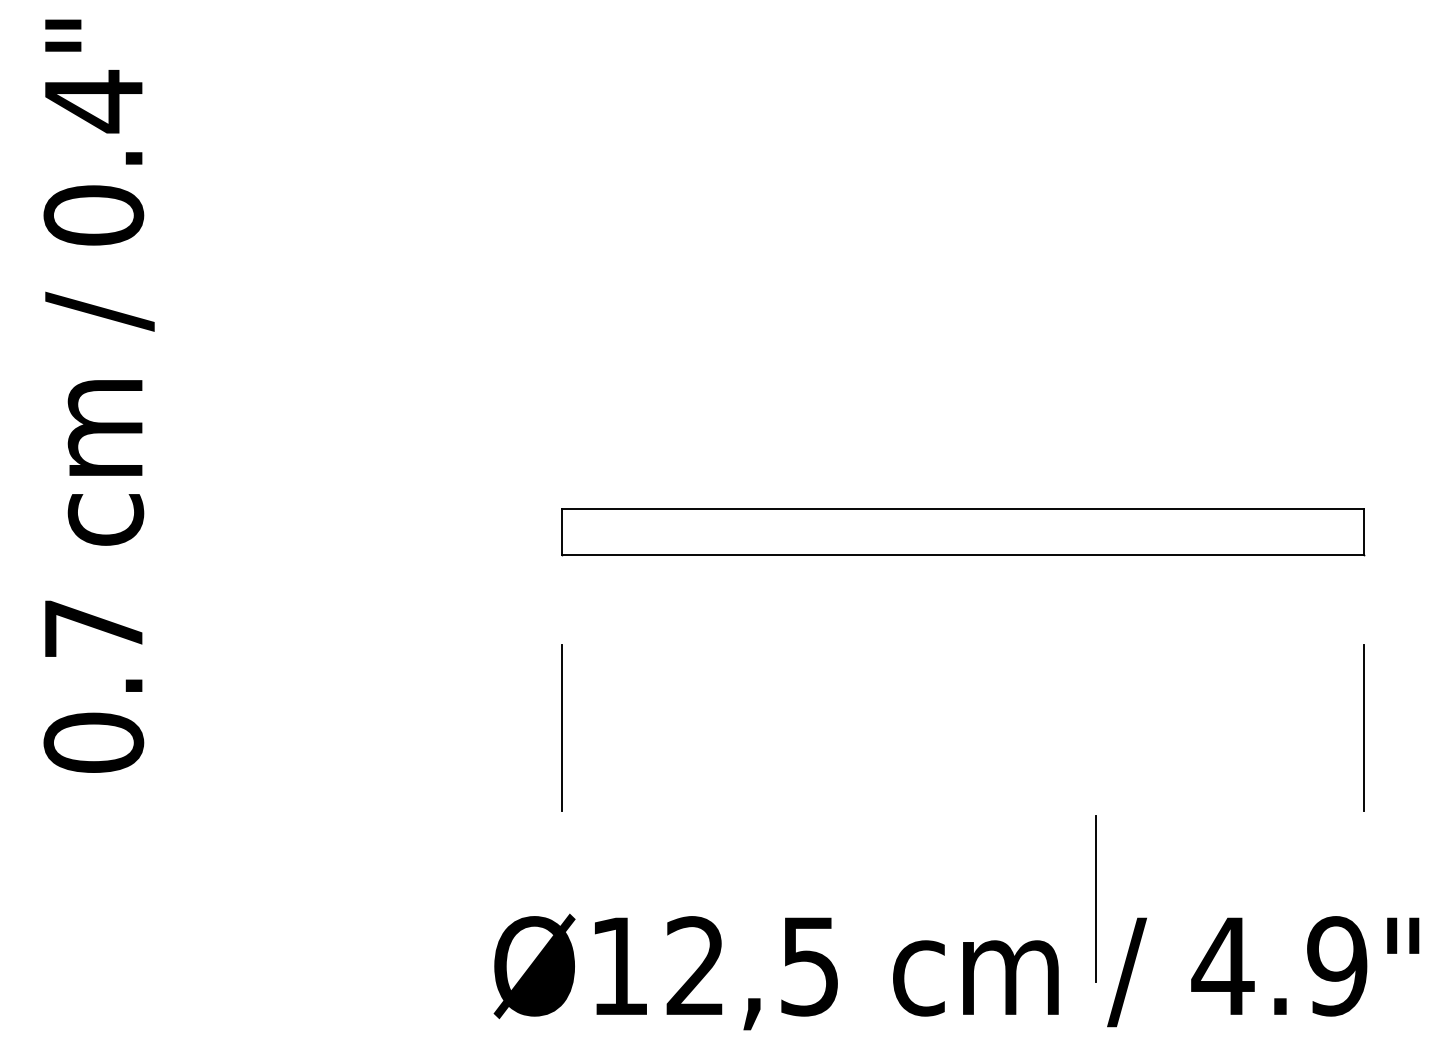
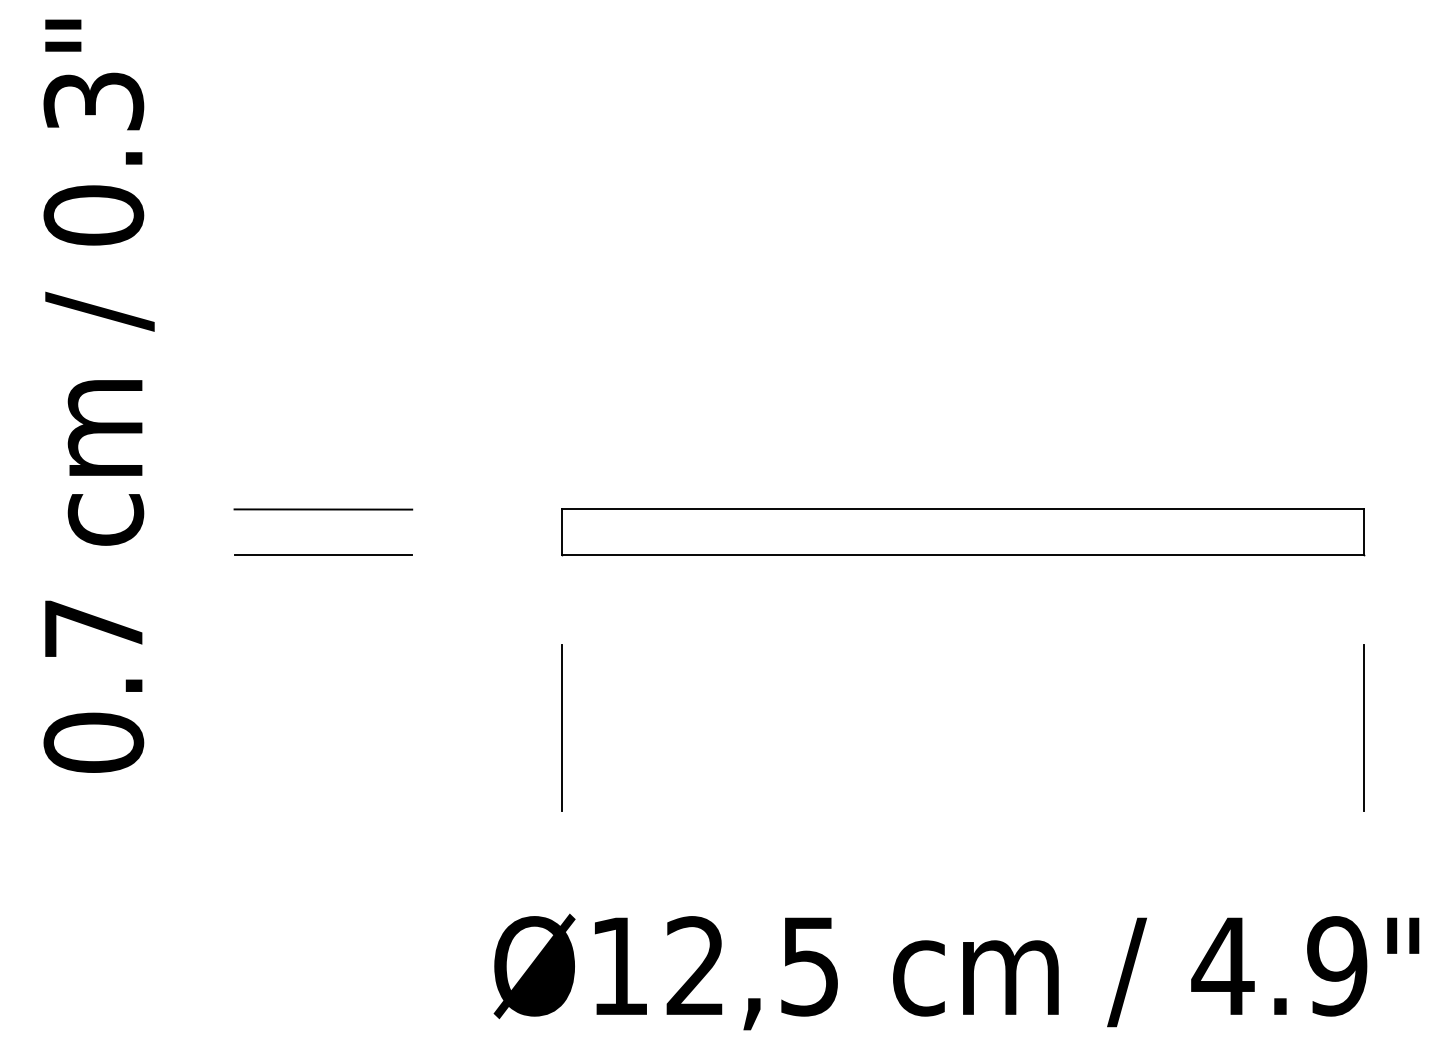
text at (93, 101): 0.4" -> 0.3"
line at (323, 509): none -> present
line at (323, 554): none -> present
line at (1095, 898): present -> none
